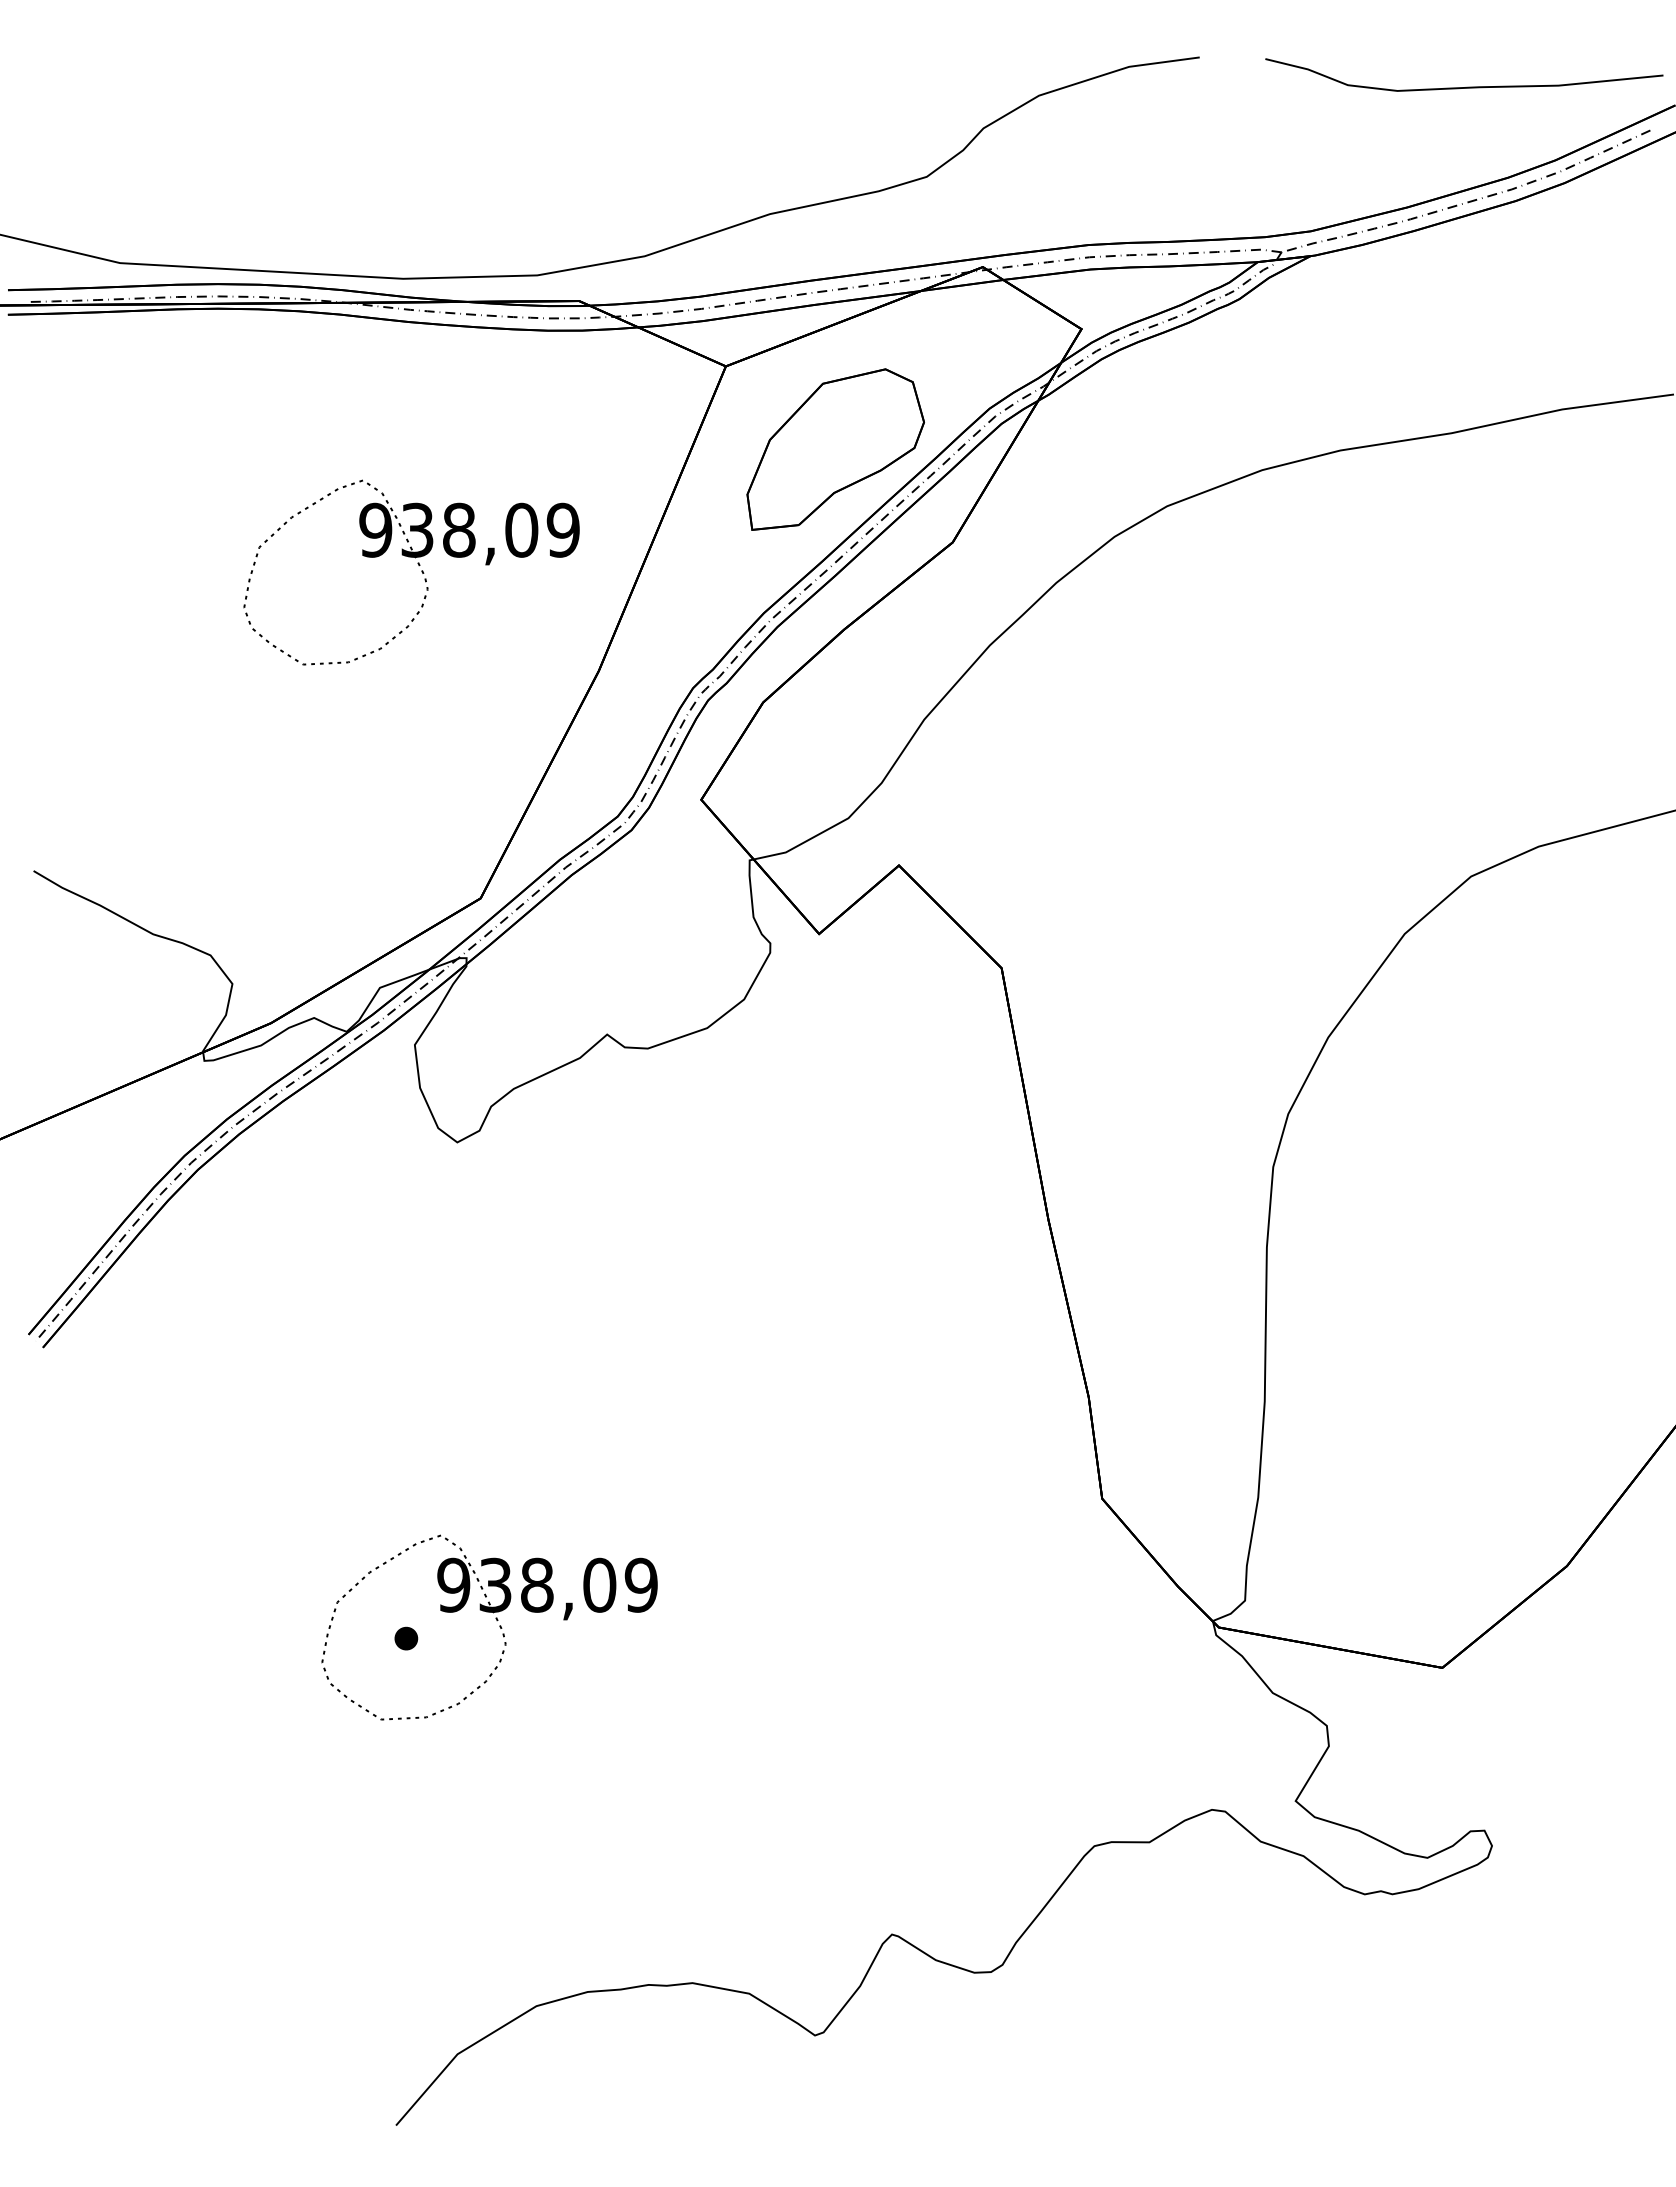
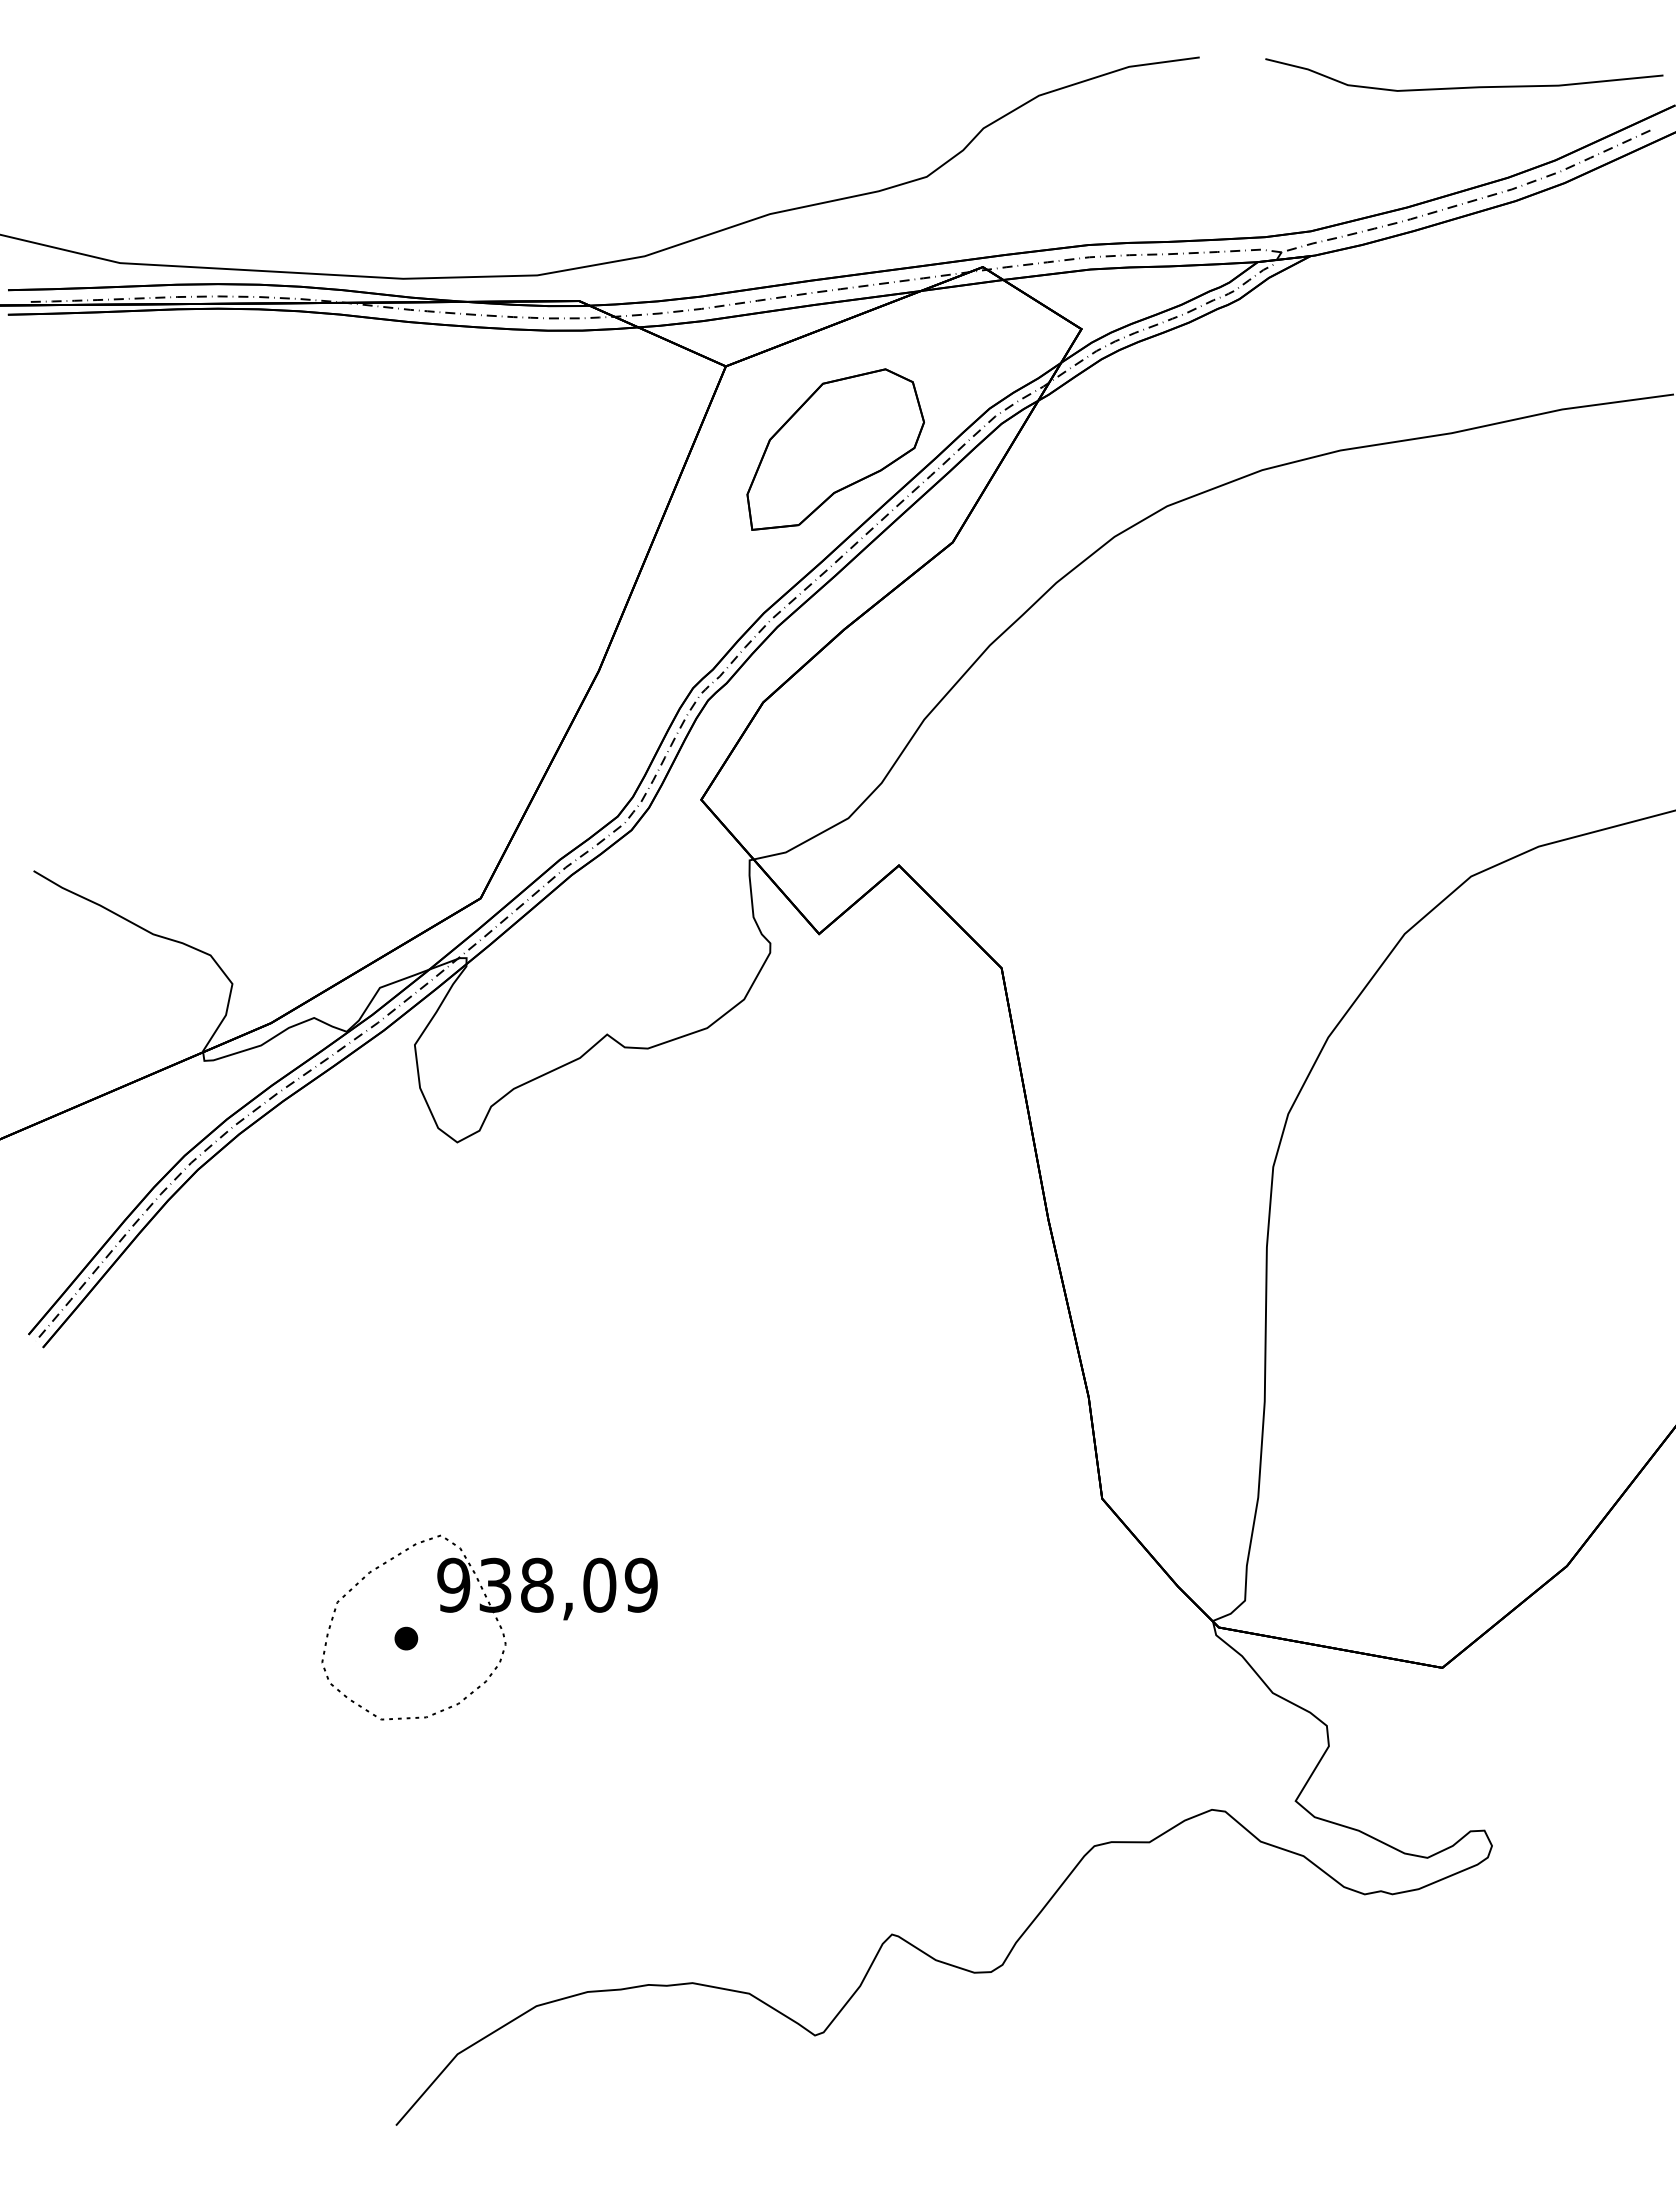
part at (418, 565): present -> none
